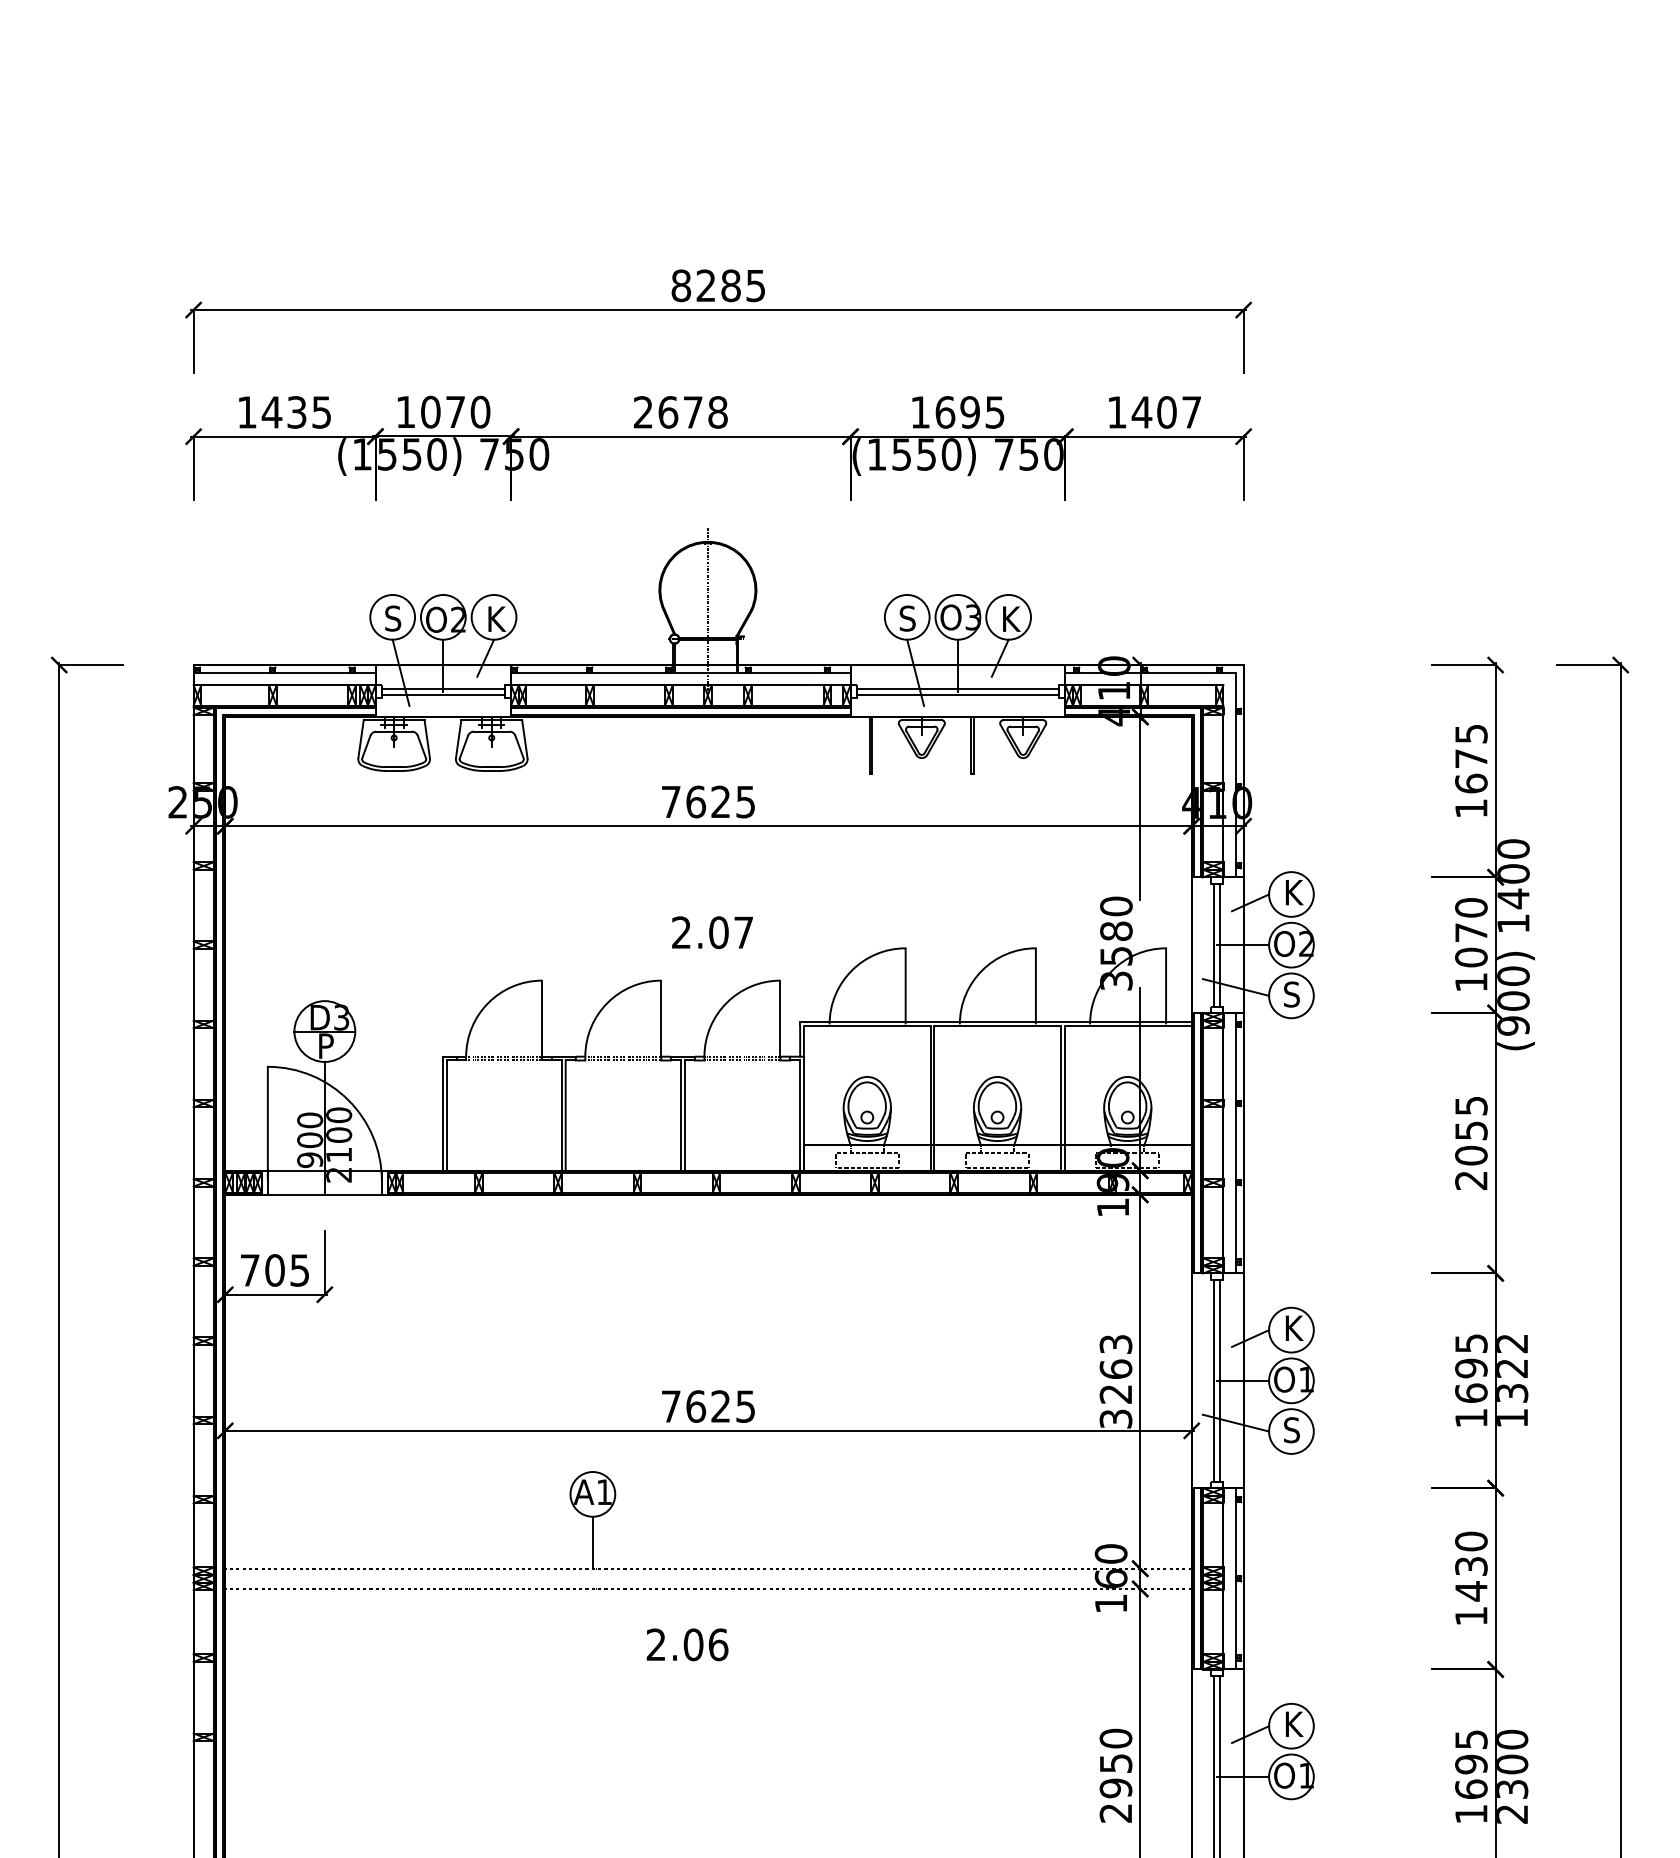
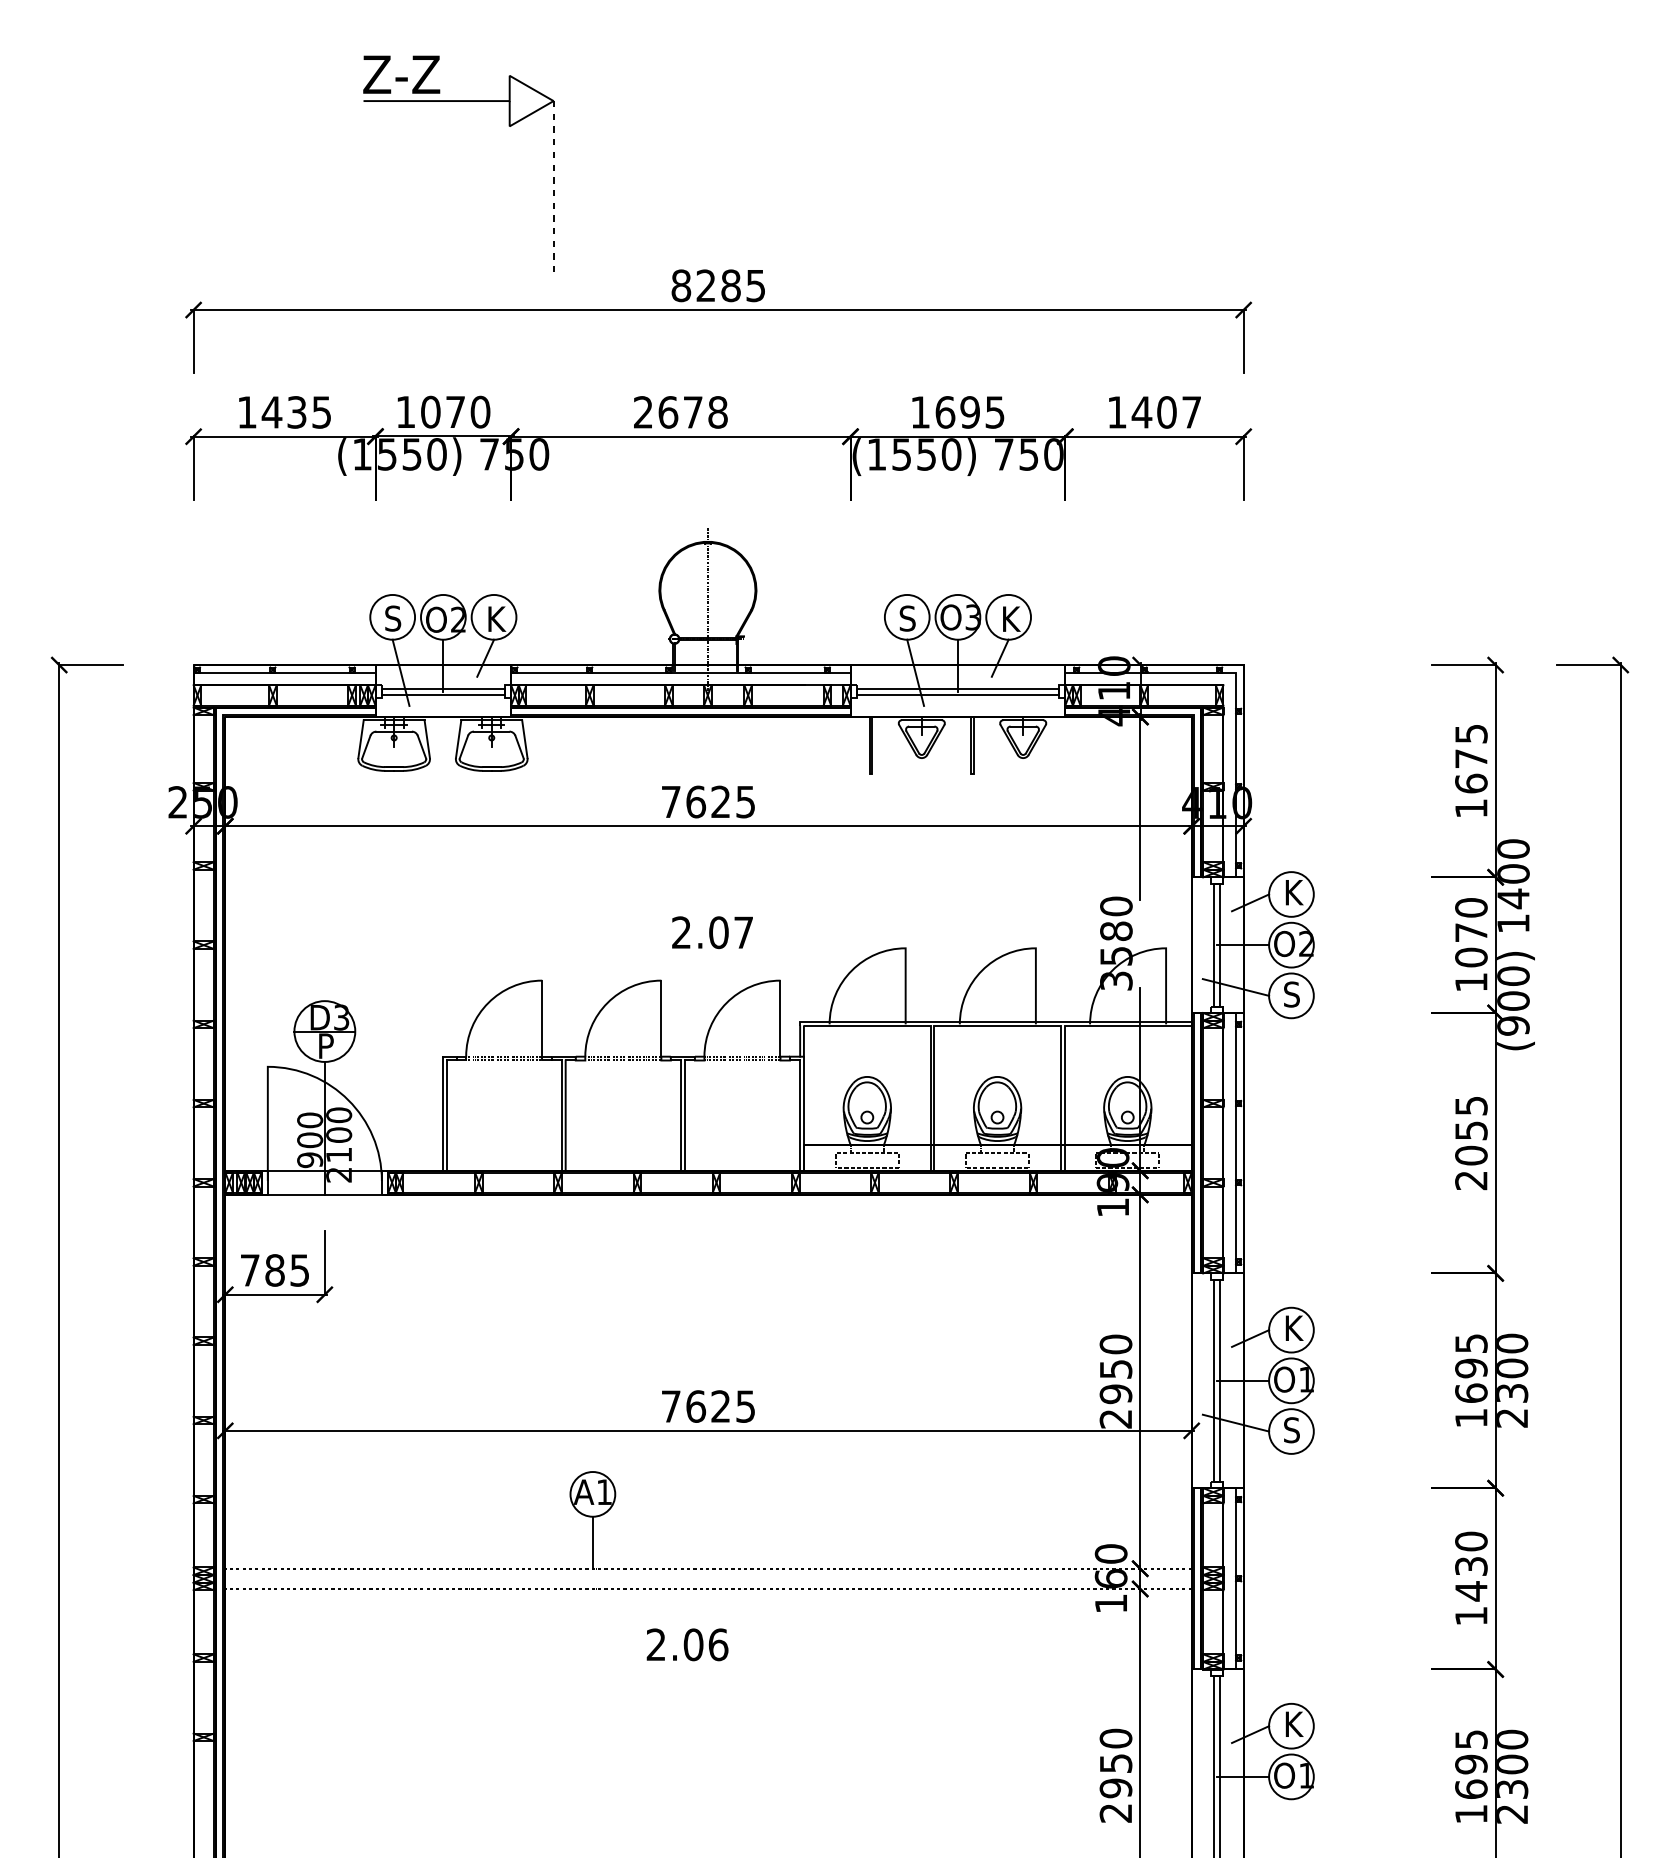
part at (458, 101): none -> present
text at (274, 1270): 705 -> 785
text at (1512, 1380): 1322 -> 2300
text at (1115, 1381): 3263 -> 2950
